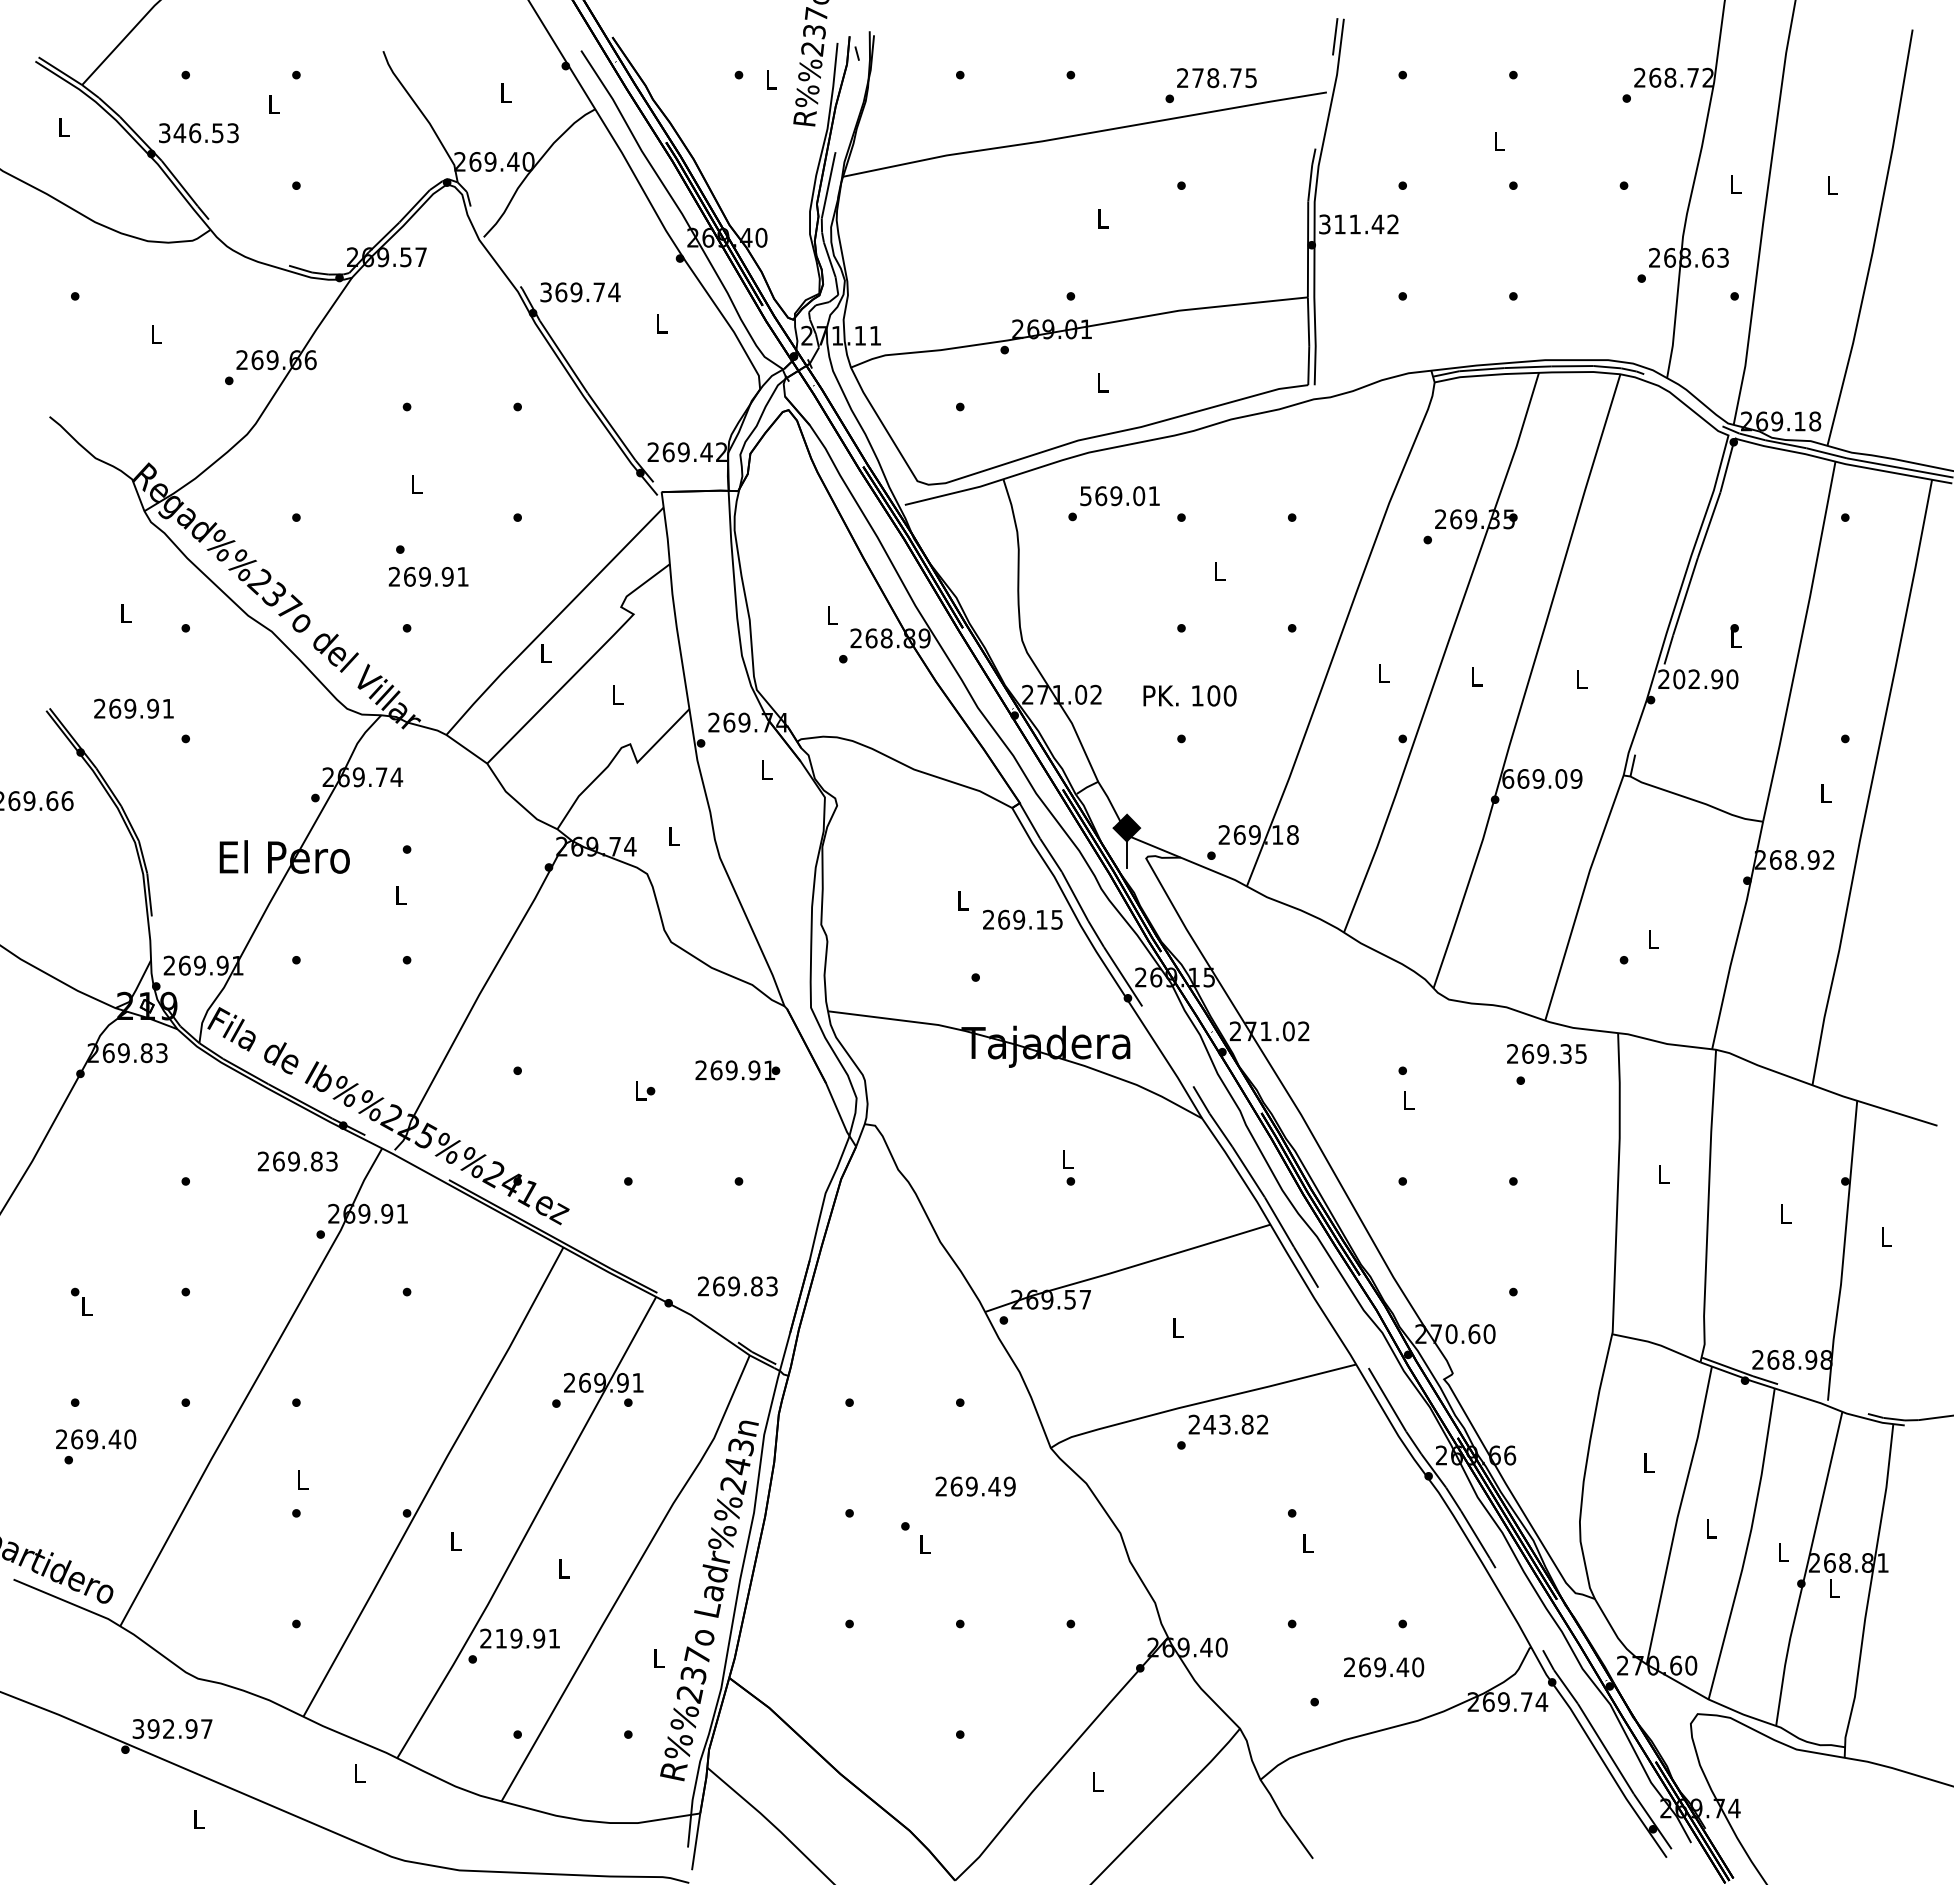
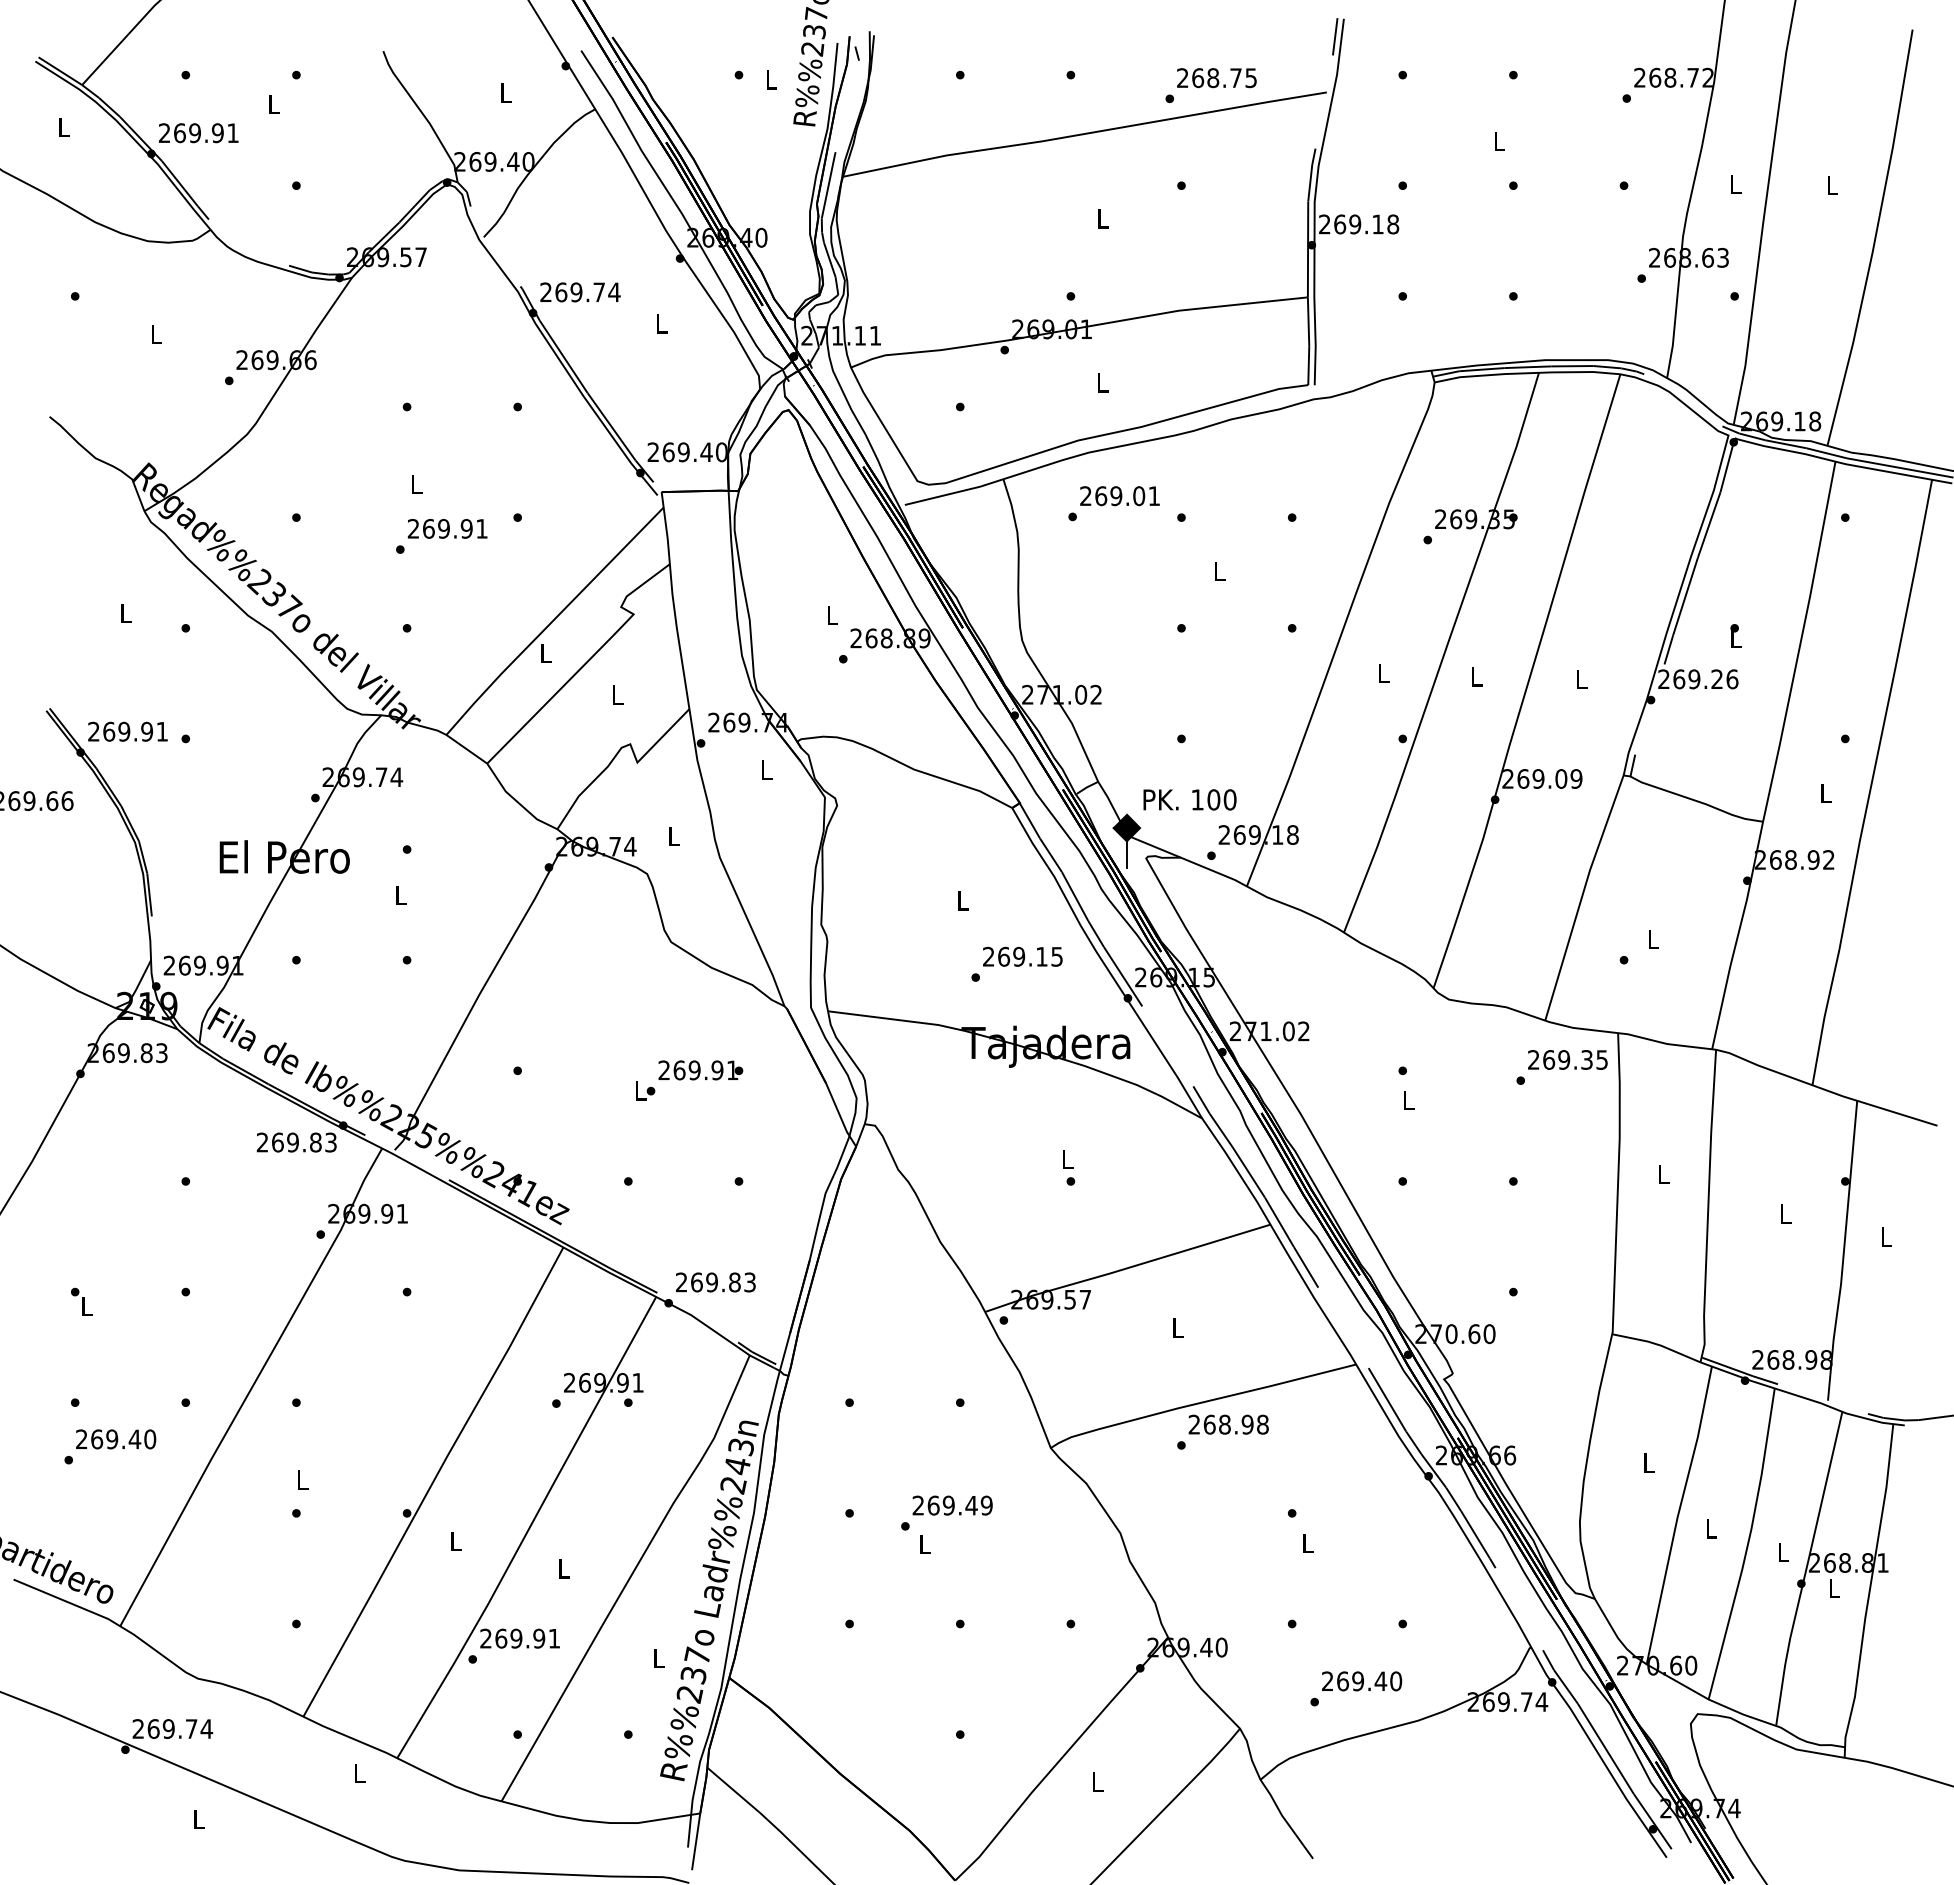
text at (1198, 78): 278.75 -> 268.75
text at (198, 133): 346.53 -> 269.91
text at (1359, 224): 311.42 -> 269.18
text at (545, 292): 369.74 -> 269.74
text at (721, 452): 269.42 -> 269.40
text at (1085, 496): 569.01 -> 269.01
text at (428, 576) position: (428, 576) -> (447, 528)
text at (1705, 679): 202.90 -> 269.26
text at (1189, 695) position: (1189, 695) -> (1189, 799)
text at (133, 708) position: (133, 708) -> (127, 731)
text at (1508, 778): 669.09 -> 269.09
text at (1022, 919) position: (1022, 919) -> (1022, 956)
text at (1546, 1053) position: (1546, 1053) -> (1567, 1059)
text at (737, 1070) position: (737, 1070) -> (700, 1070)
text at (297, 1161) position: (297, 1161) -> (296, 1142)
text at (737, 1286) position: (737, 1286) -> (715, 1282)
text at (1235, 1424): 243.82 -> 268.98
text at (96, 1439) position: (96, 1439) -> (116, 1439)
text at (975, 1486) position: (975, 1486) -> (952, 1505)
text at (501, 1638): 219.91 -> 269.91
text at (1384, 1667) position: (1384, 1667) -> (1362, 1681)
text at (172, 1728): 392.97 -> 269.74
